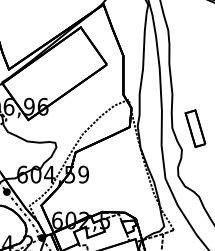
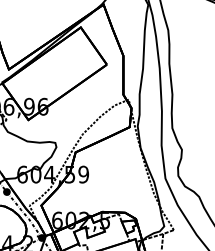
part at (195, 128): present -> none
